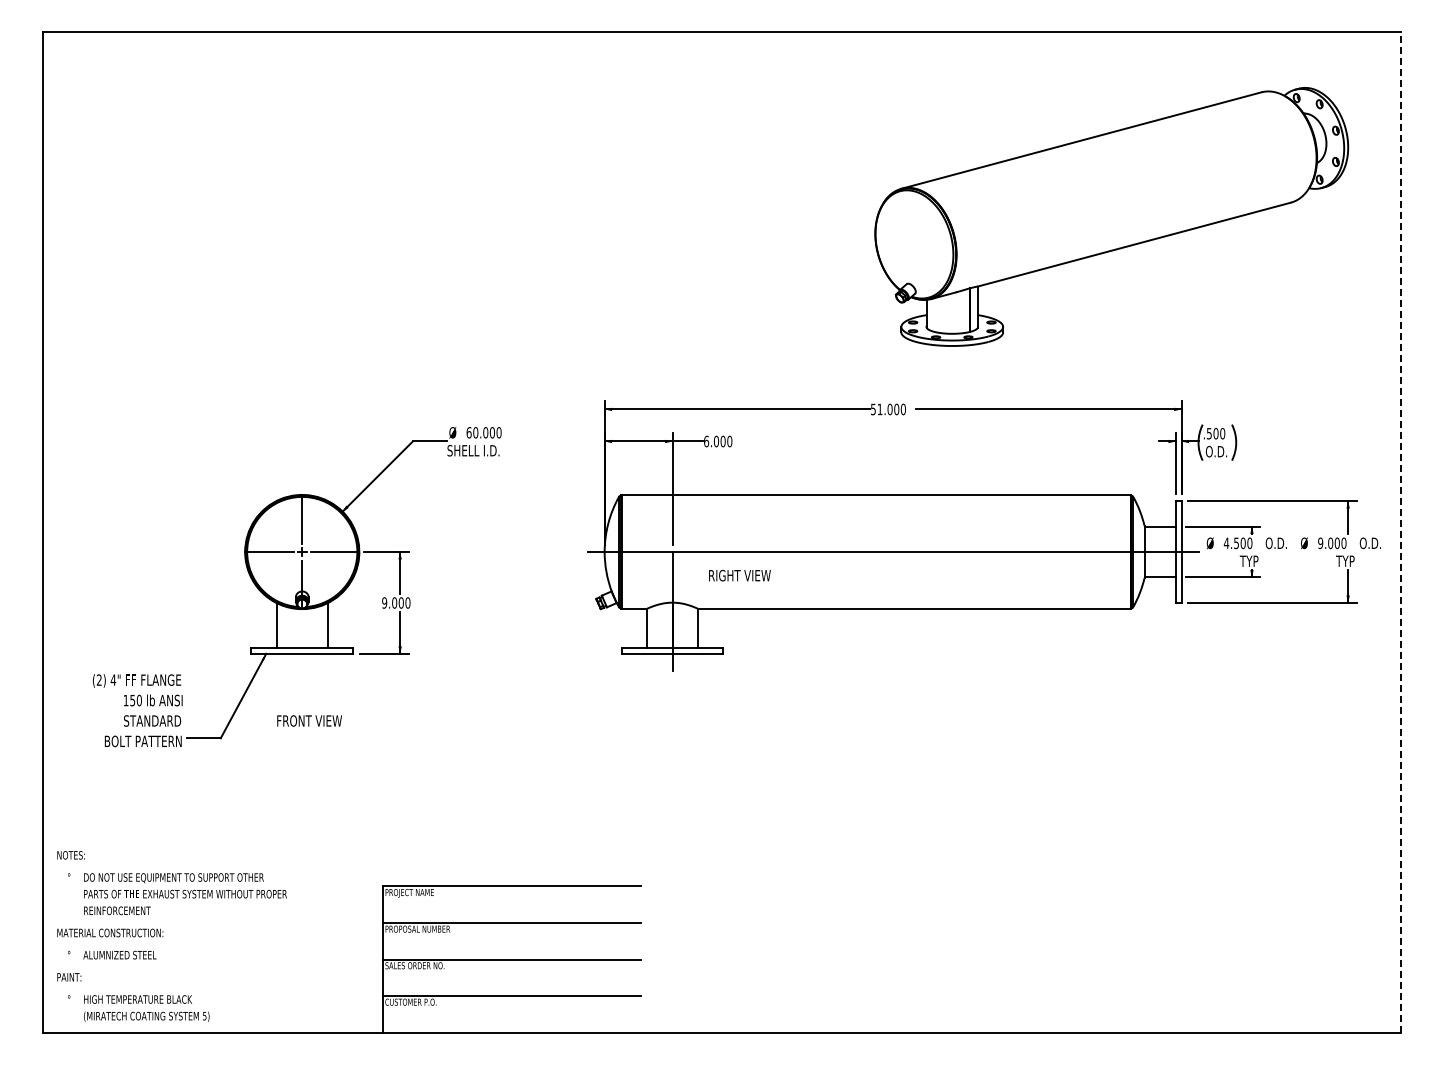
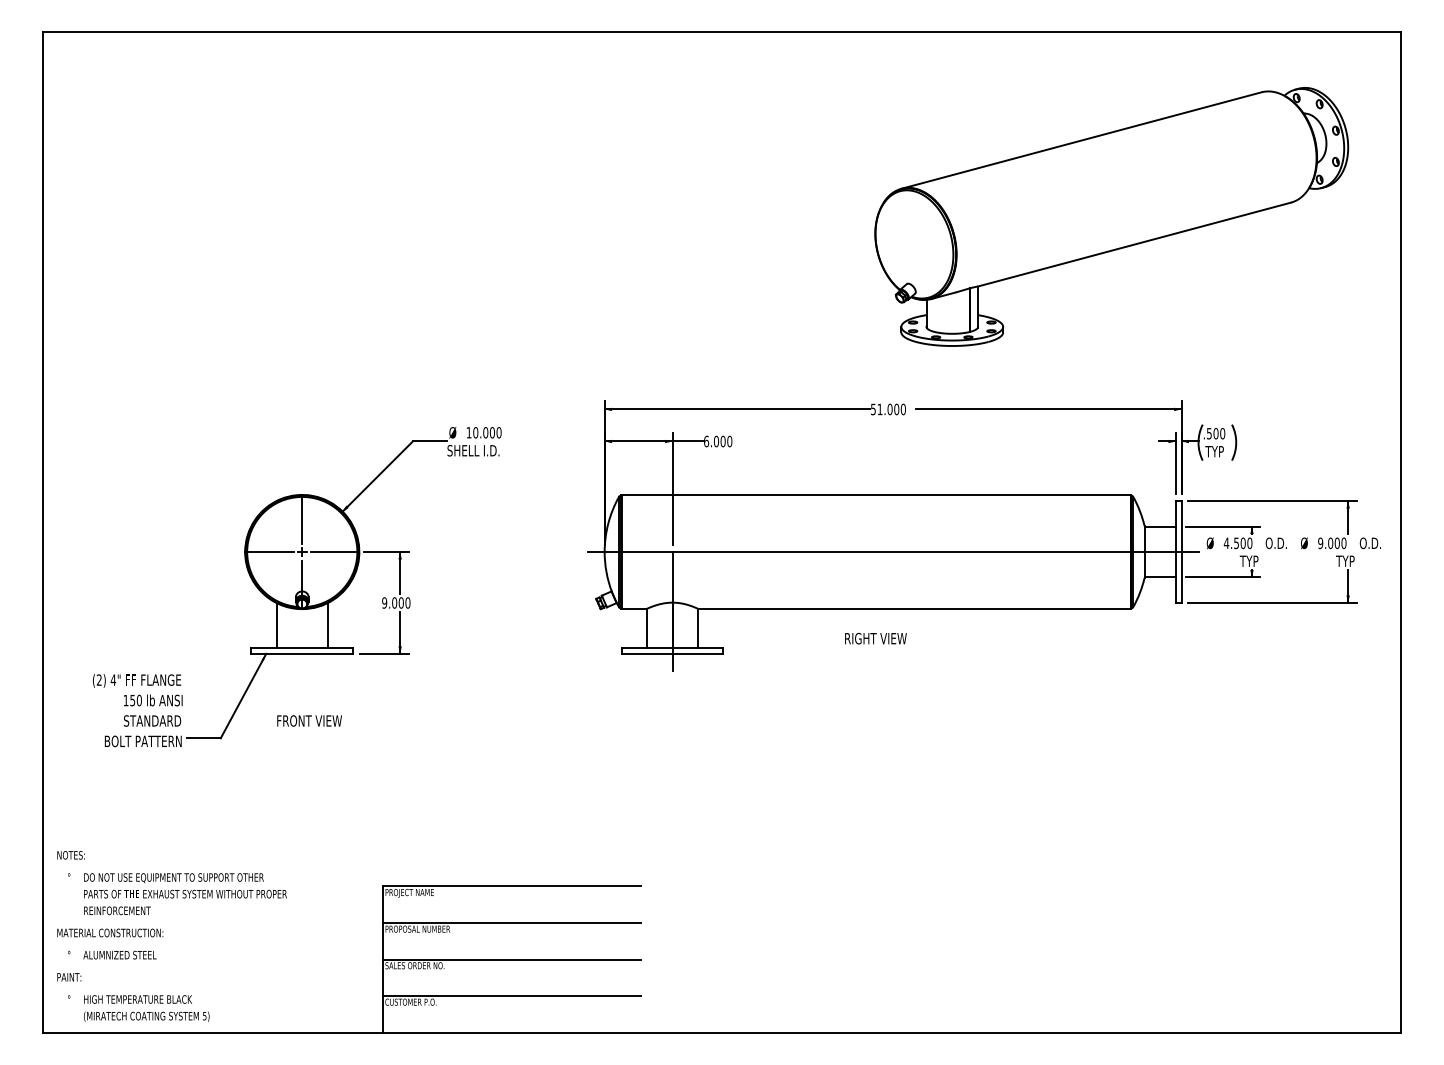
text at (468, 432): 60.000 -> 10.000
text at (1215, 451): O.D. -> TYP
line at (1400, 532): dashed -> solid
text at (739, 575) position: (739, 575) -> (875, 638)
